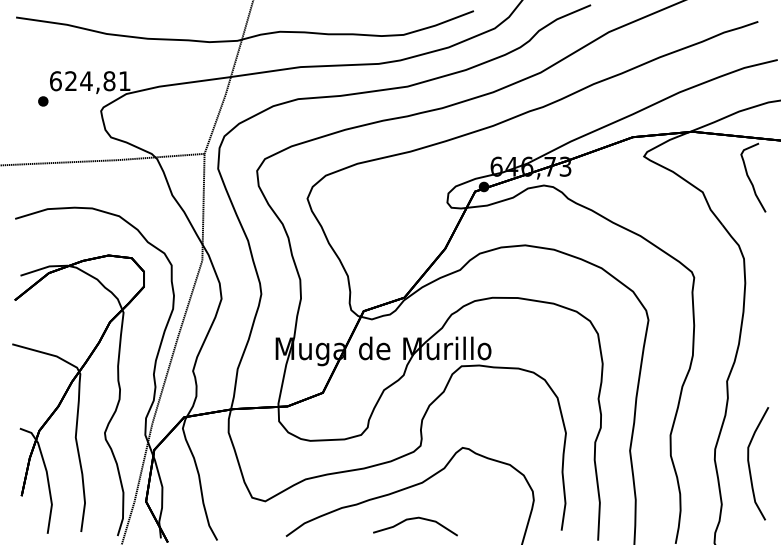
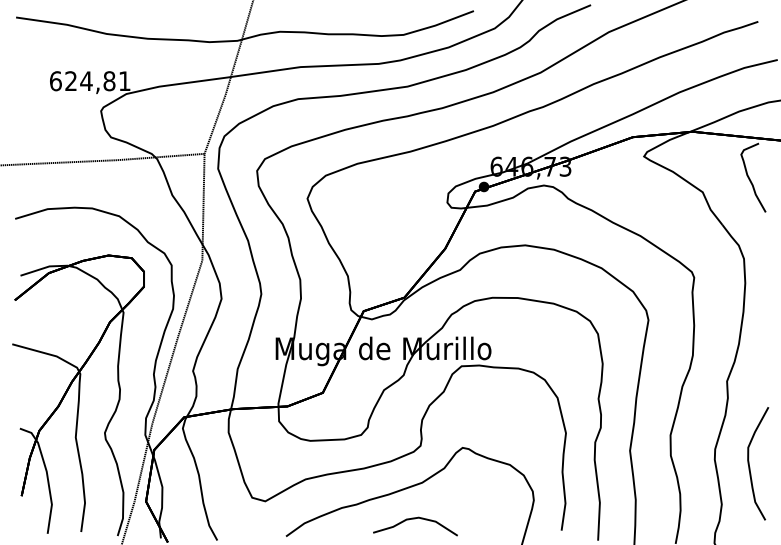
part at (43, 101): present -> none
